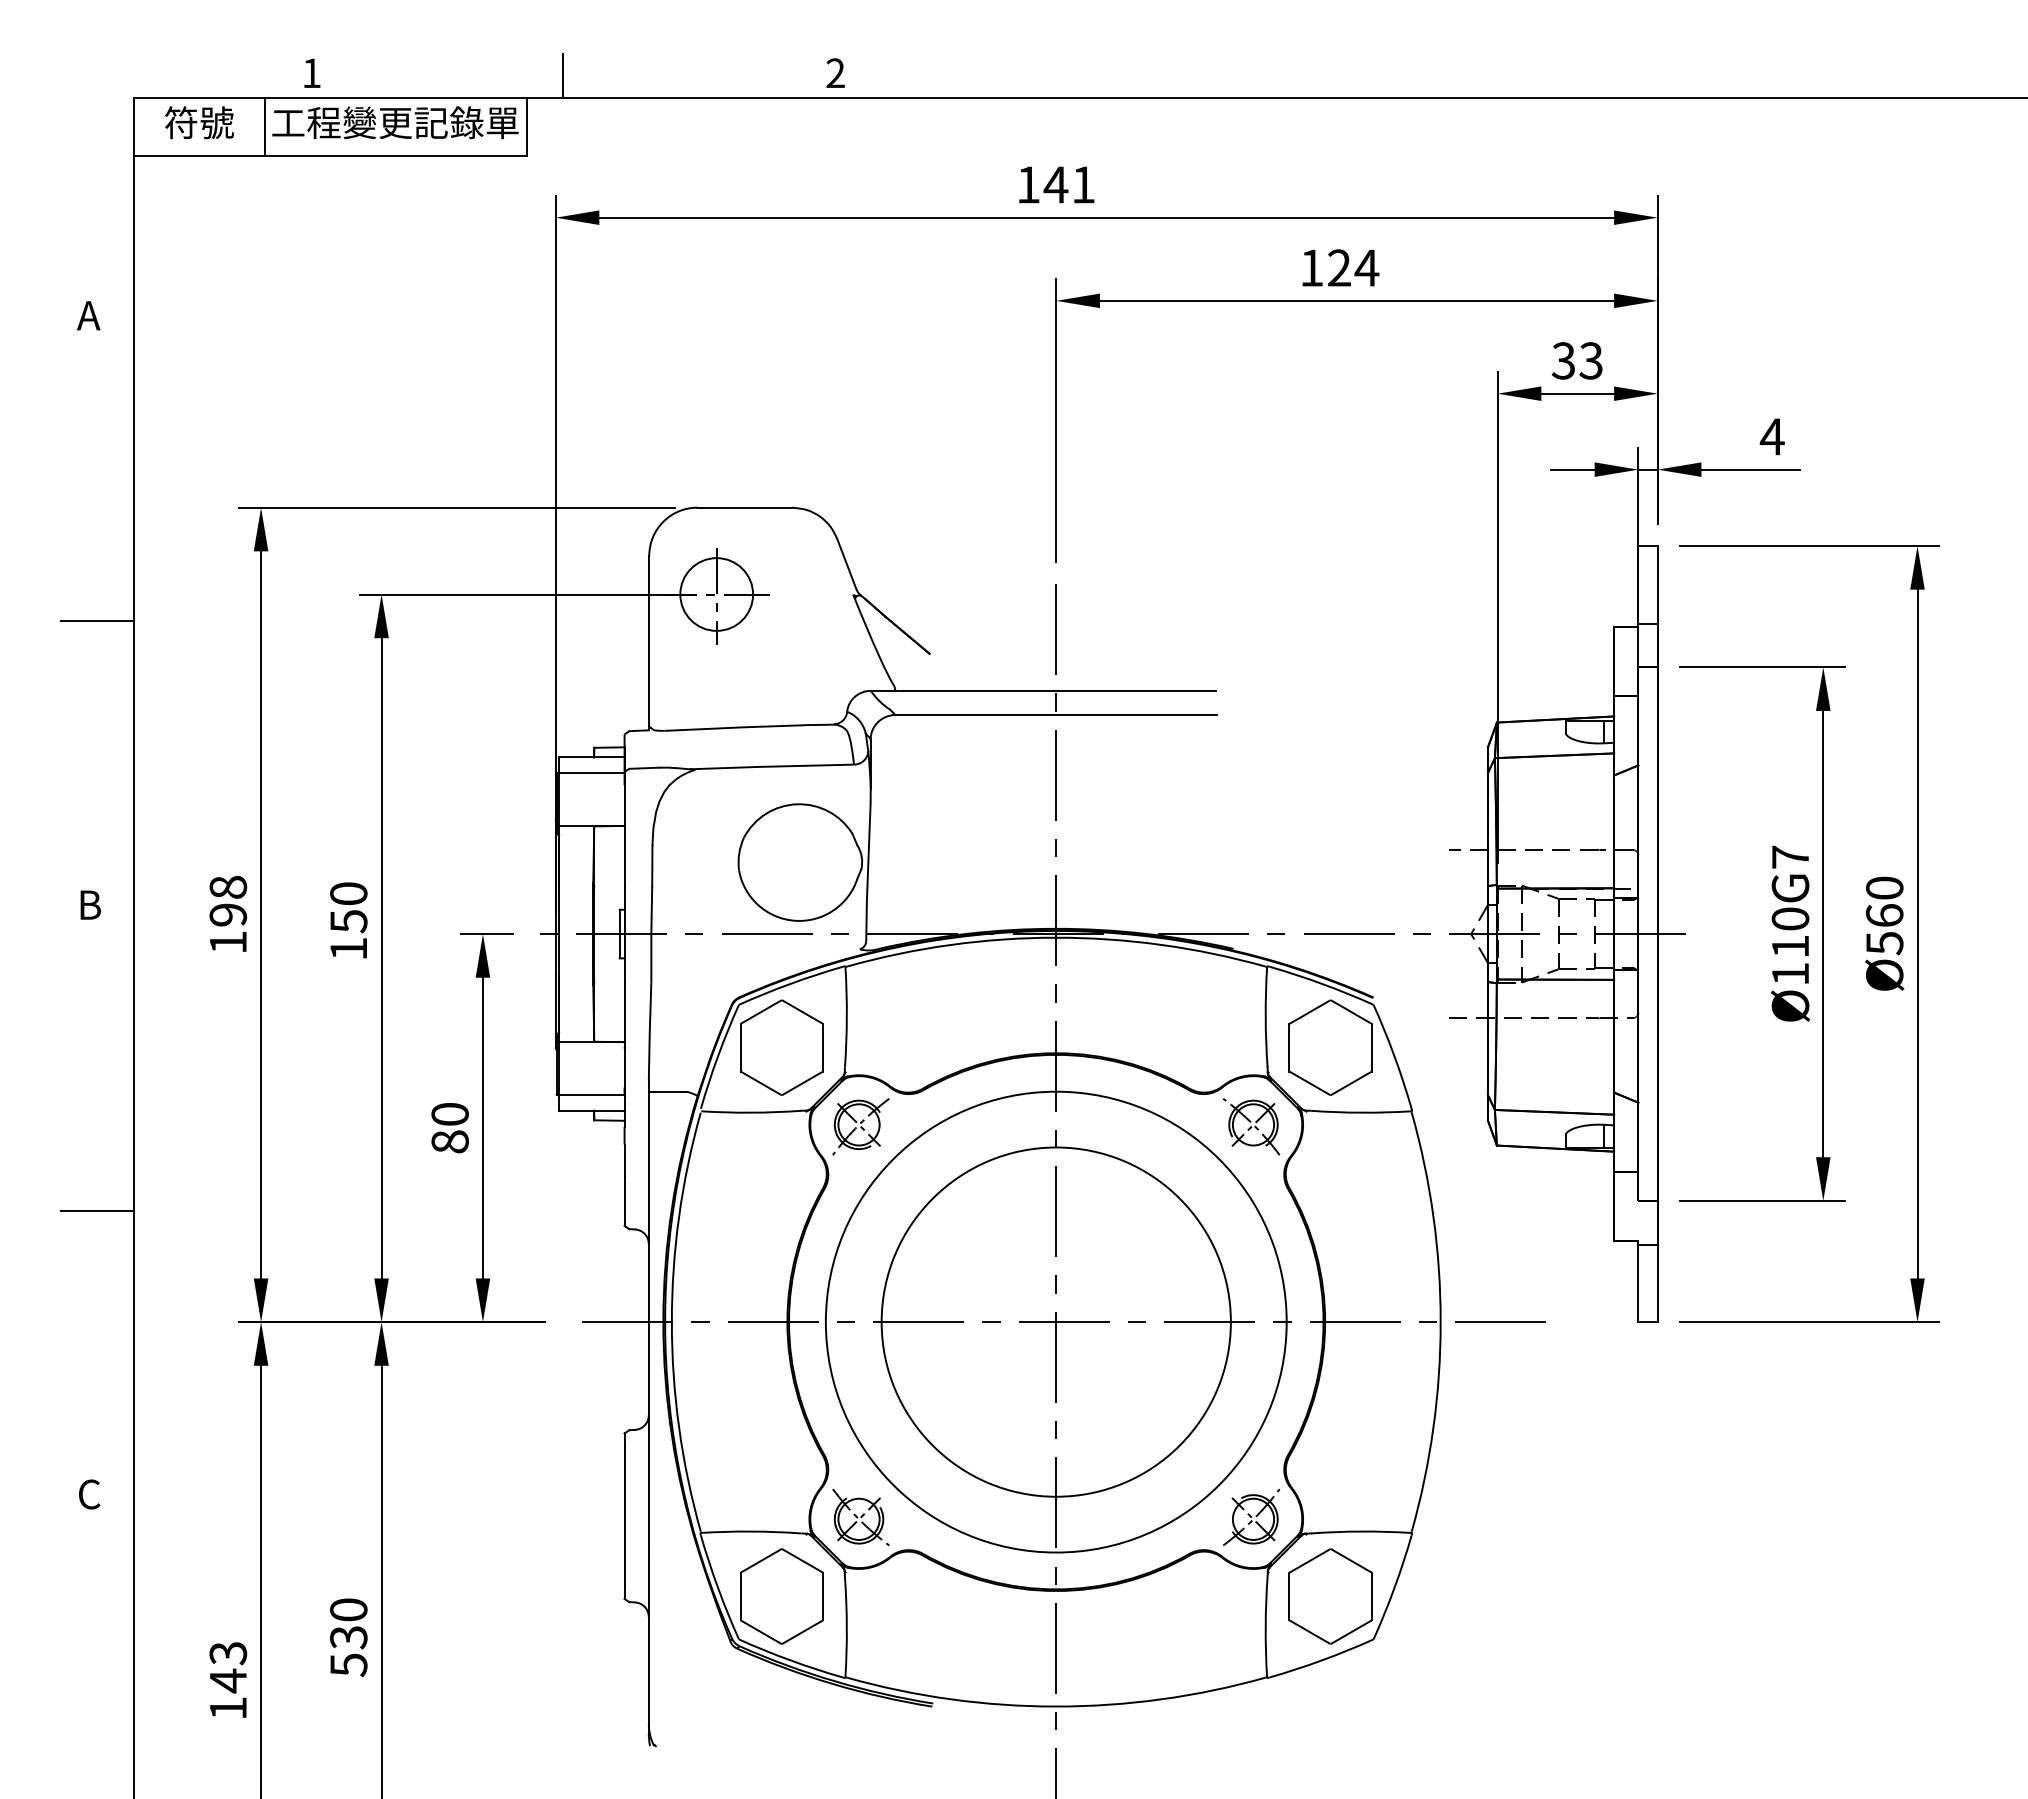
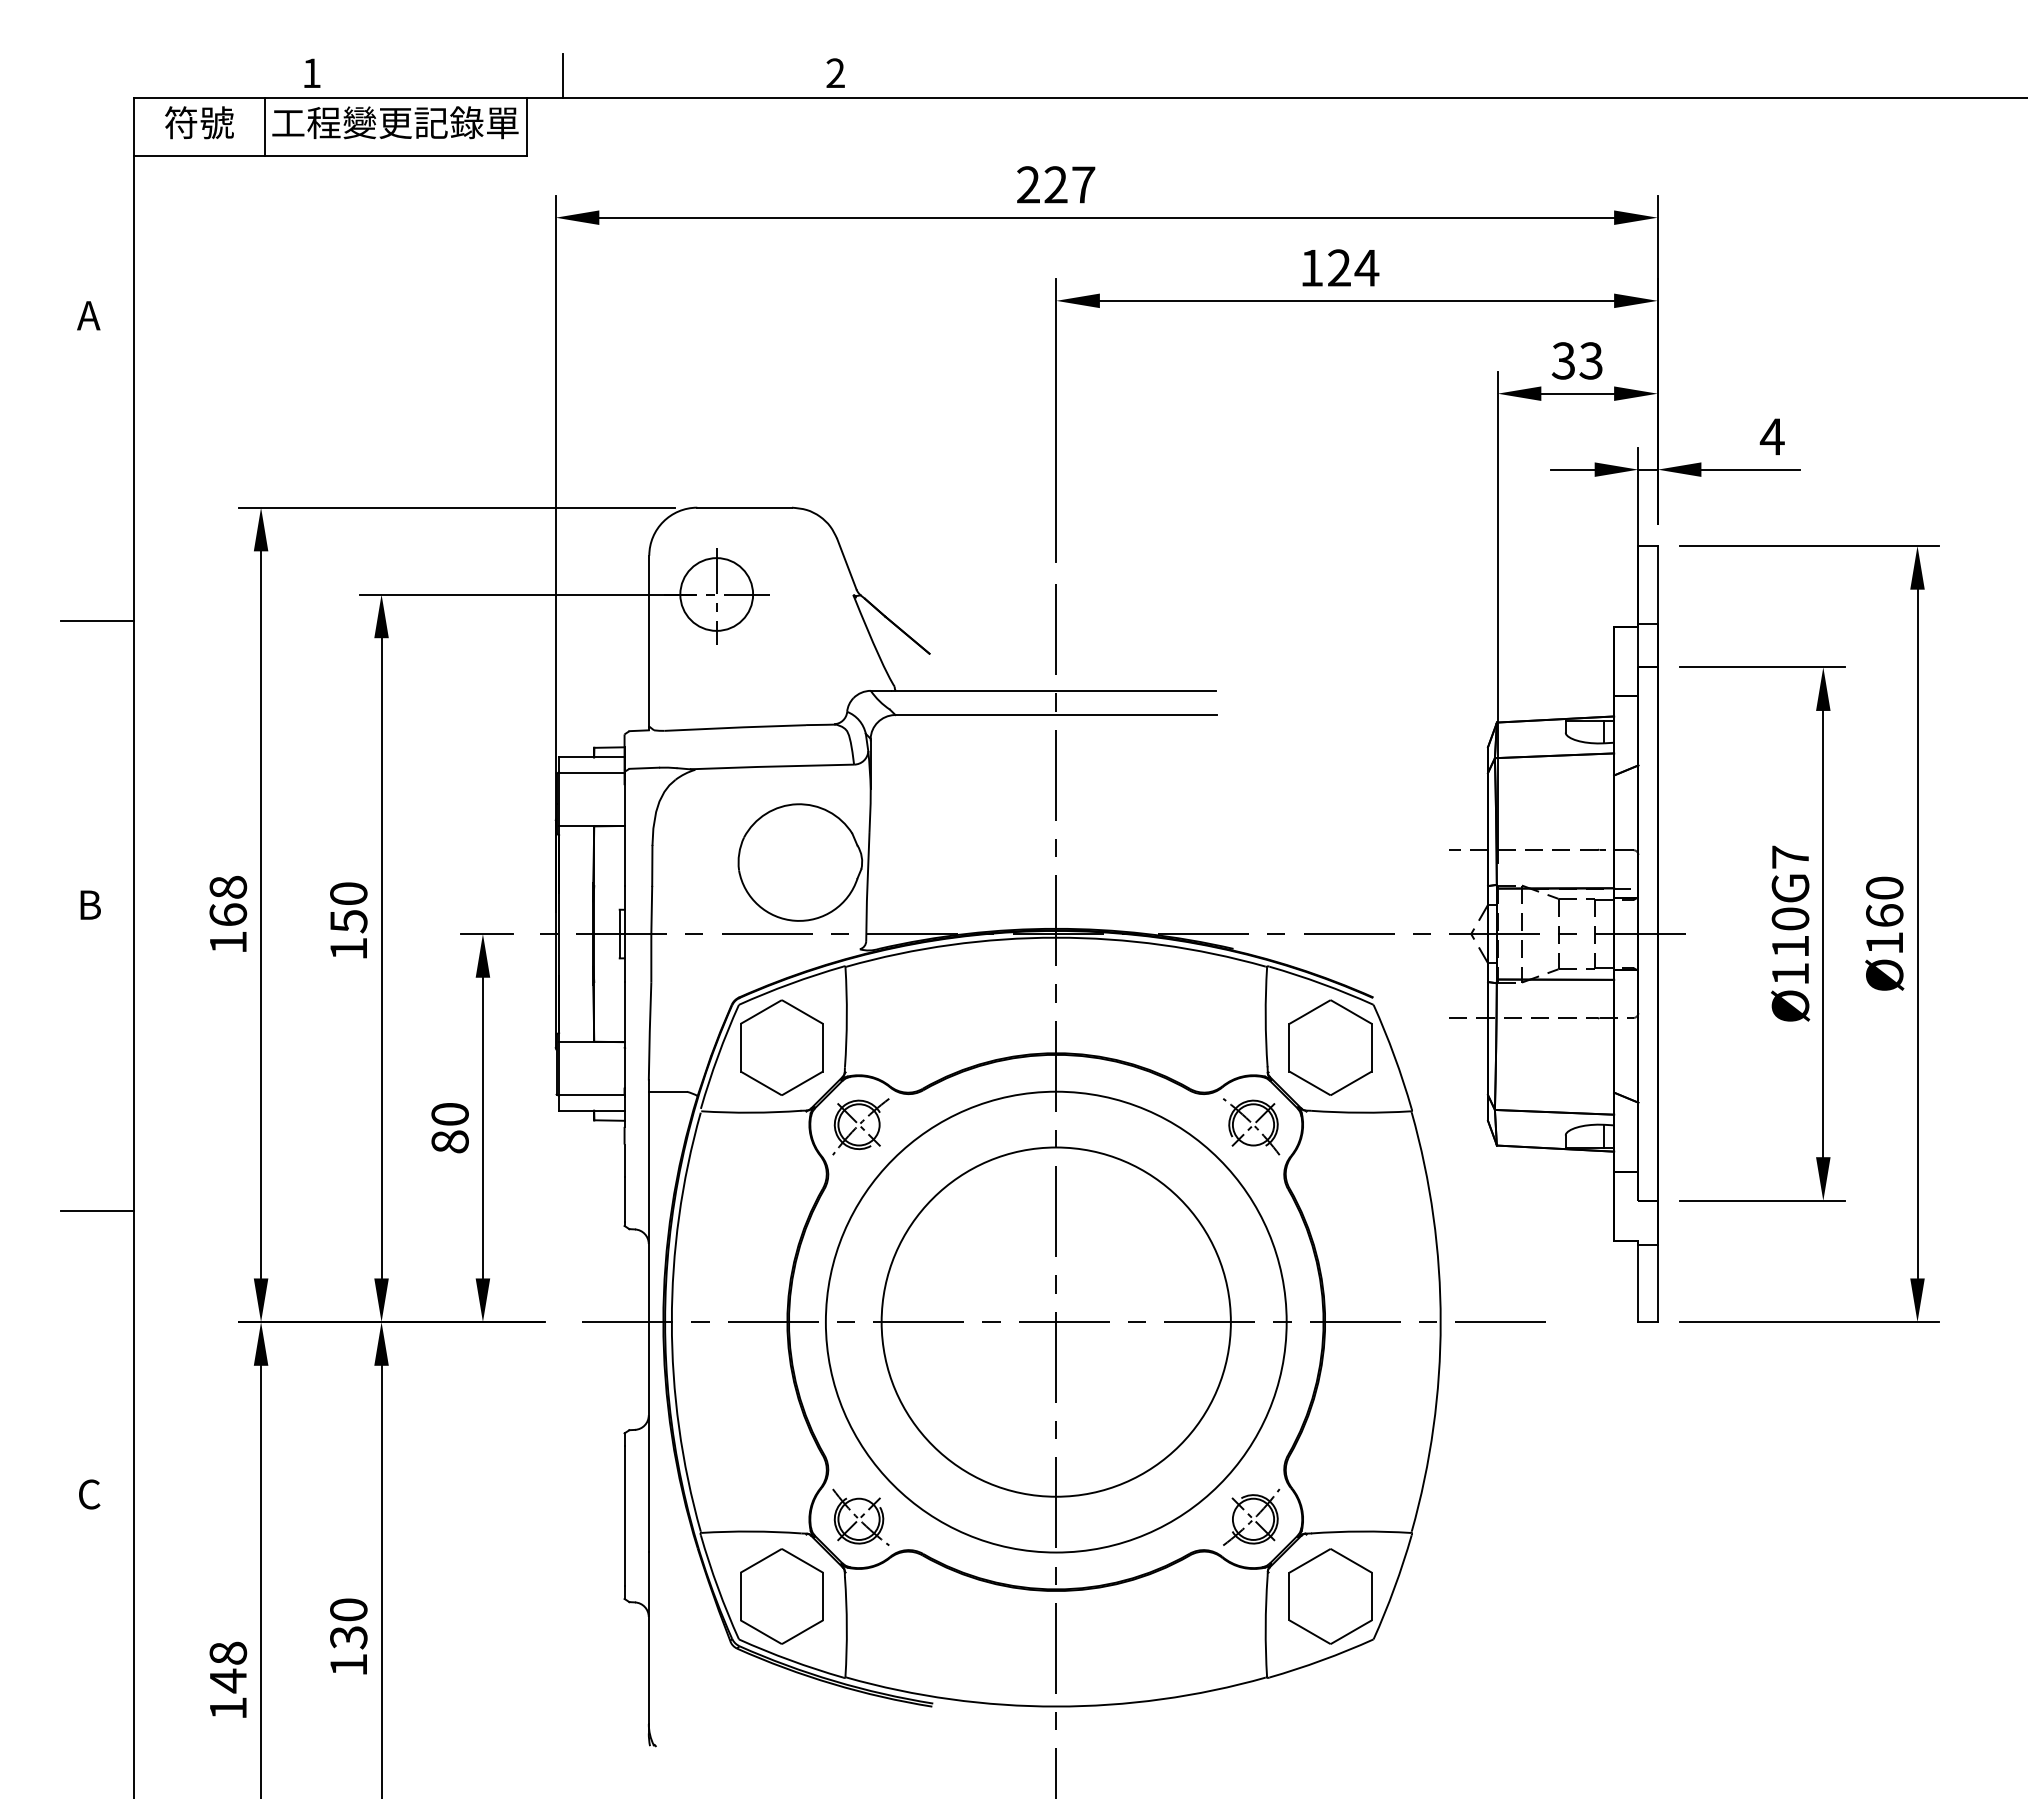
text at (1056, 184): 141 -> 227
text at (228, 914): 198 -> 168
text at (1884, 943): Ø560 -> Ø160
text at (228, 1653): 143 -> 148
text at (348, 1665): 530 -> 130
